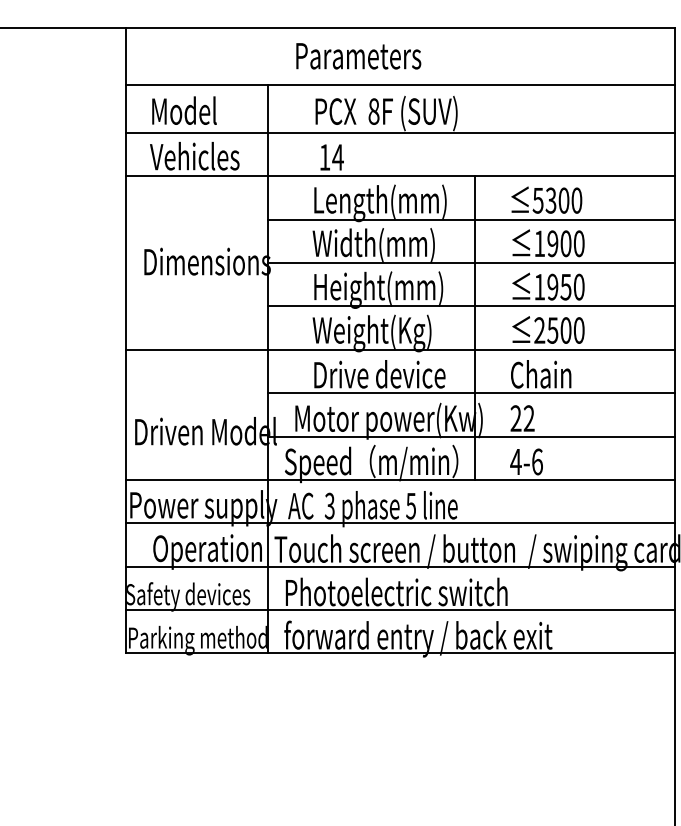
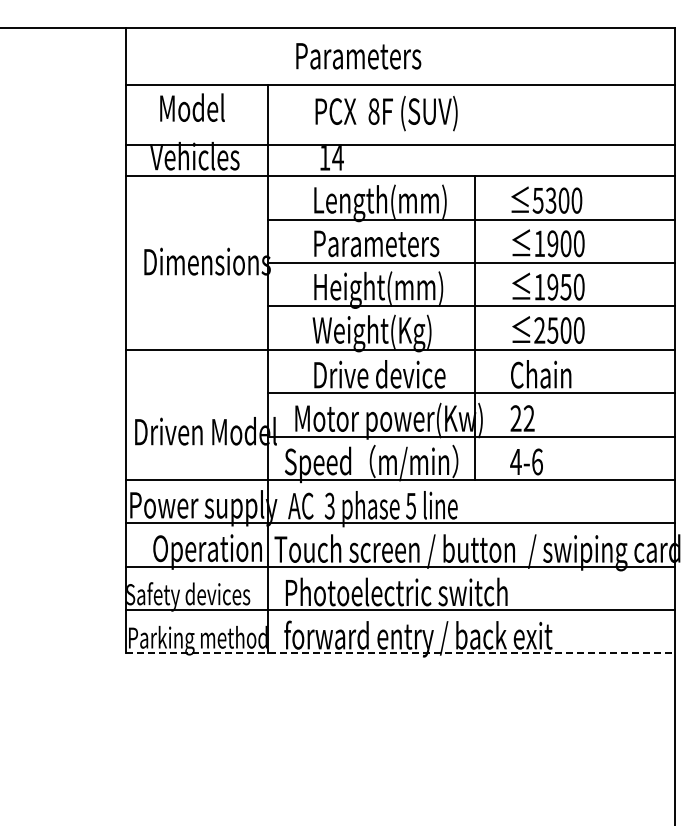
text at (184, 110) position: (184, 110) -> (192, 107)
line at (399, 132) position: (399, 132) -> (399, 144)
text at (375, 244): Width(mm) -> Parameters
line at (400, 653): solid -> dashed
